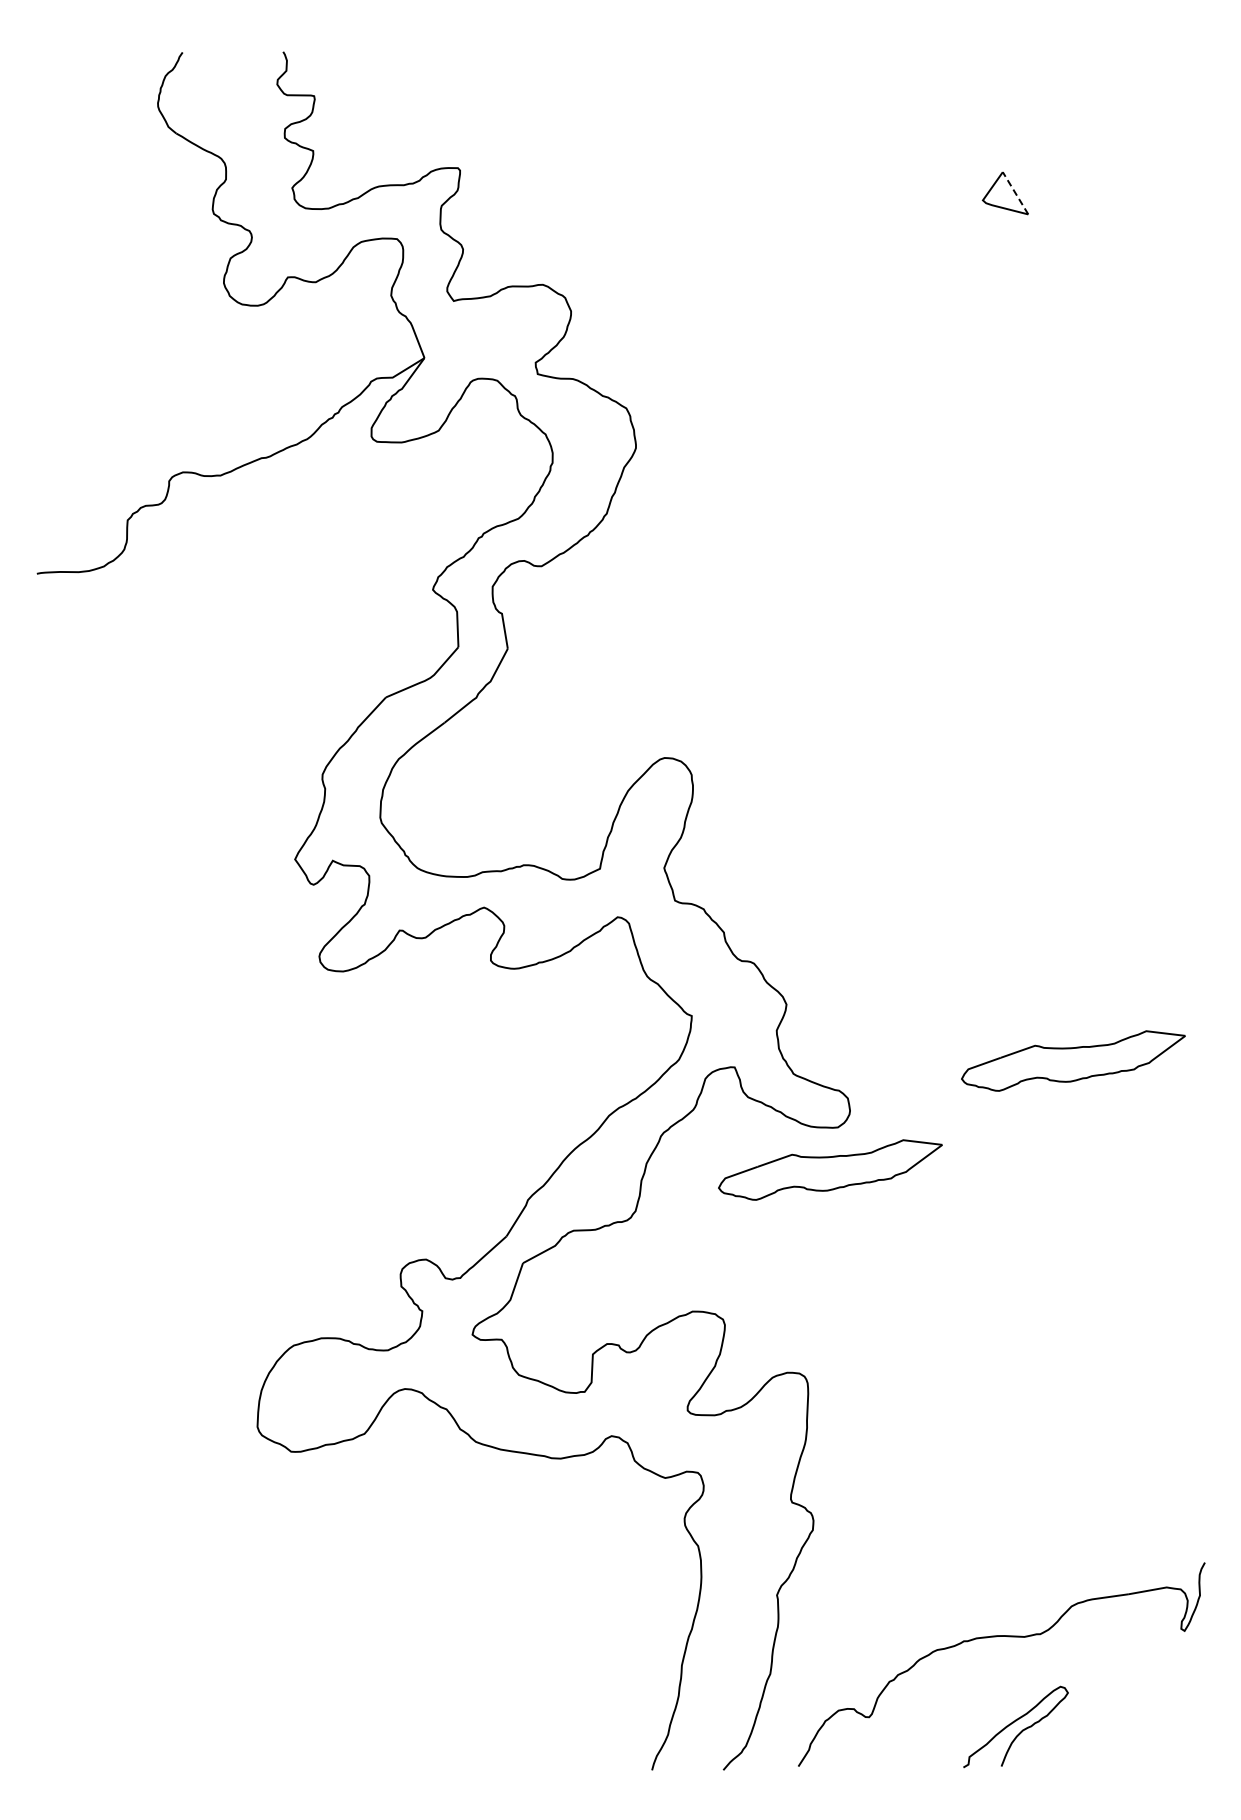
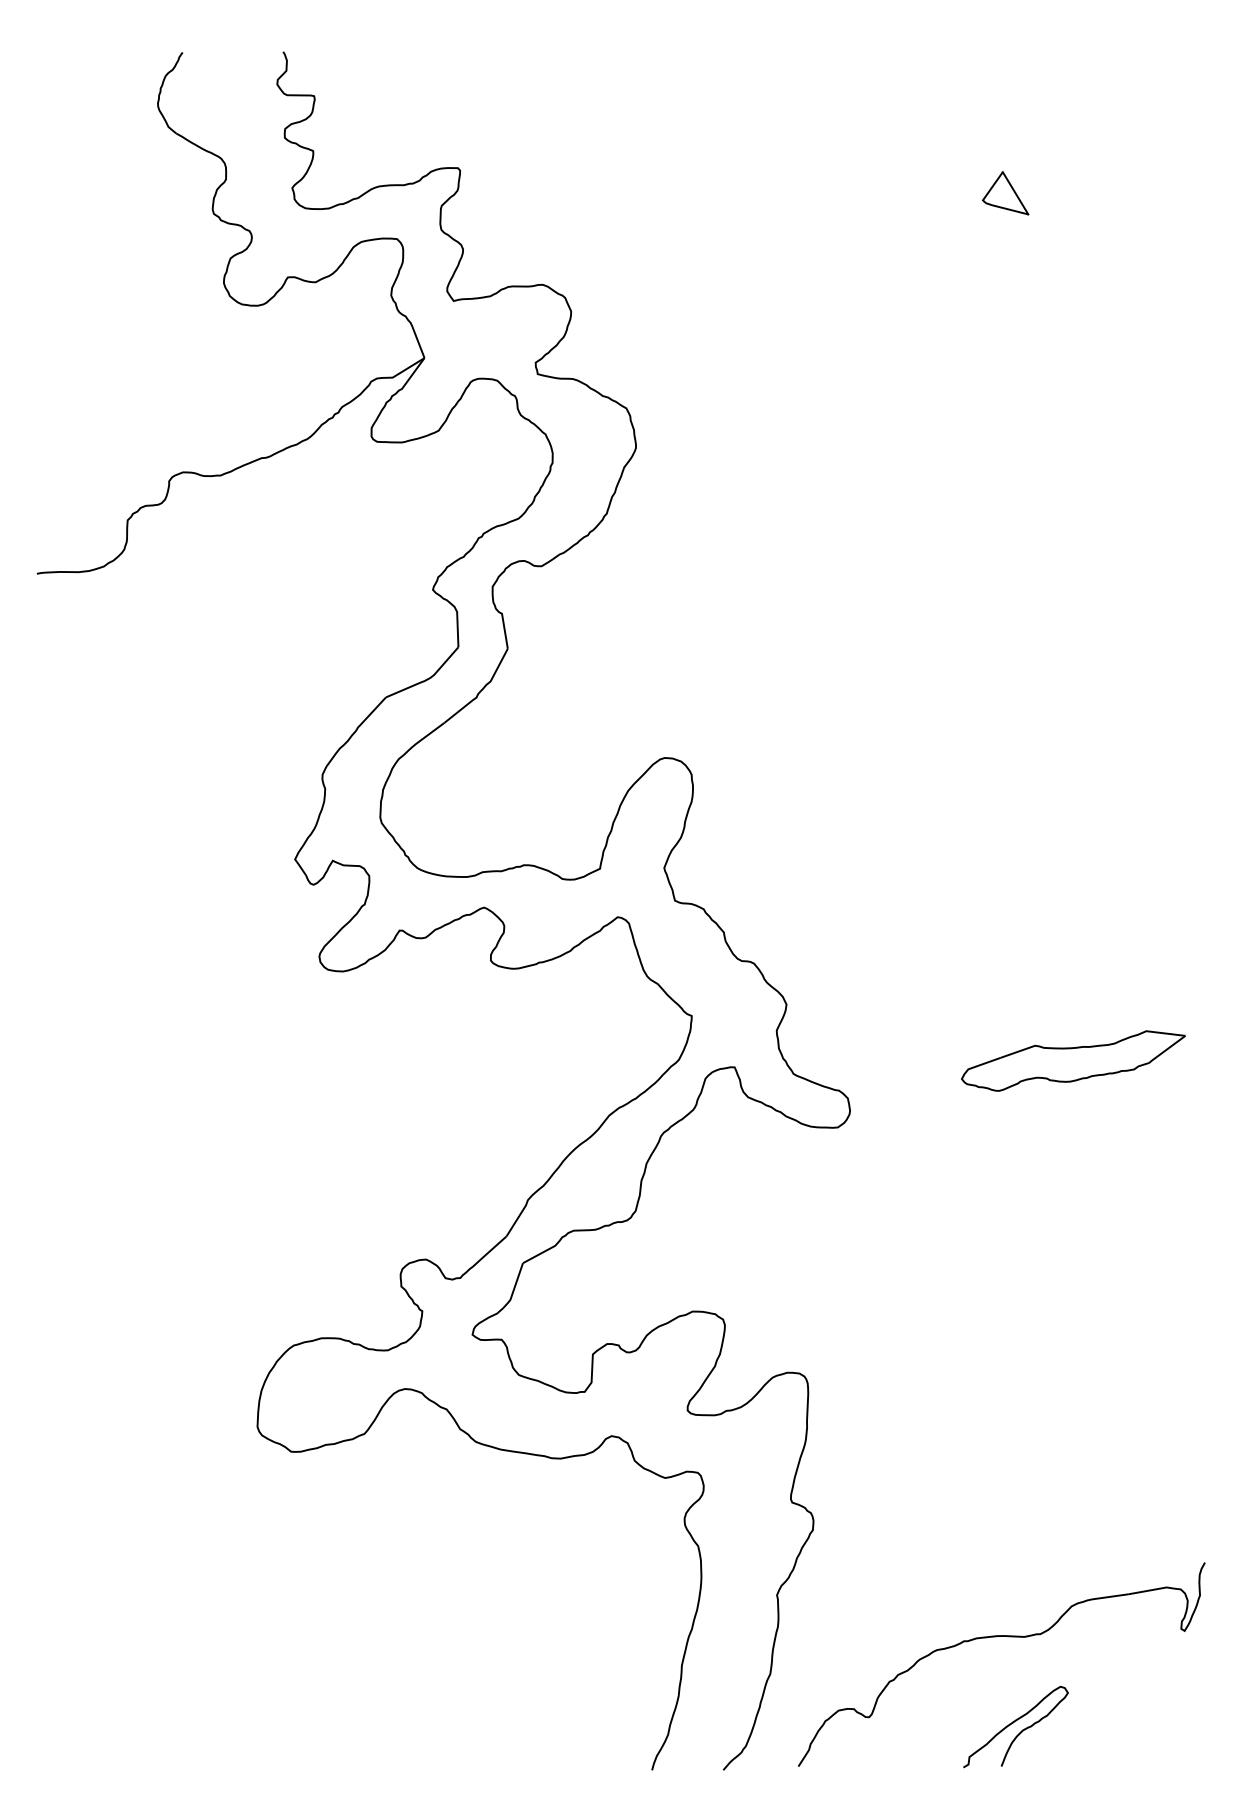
line at (1015, 193): dashed -> solid
part at (830, 1169): present -> none
